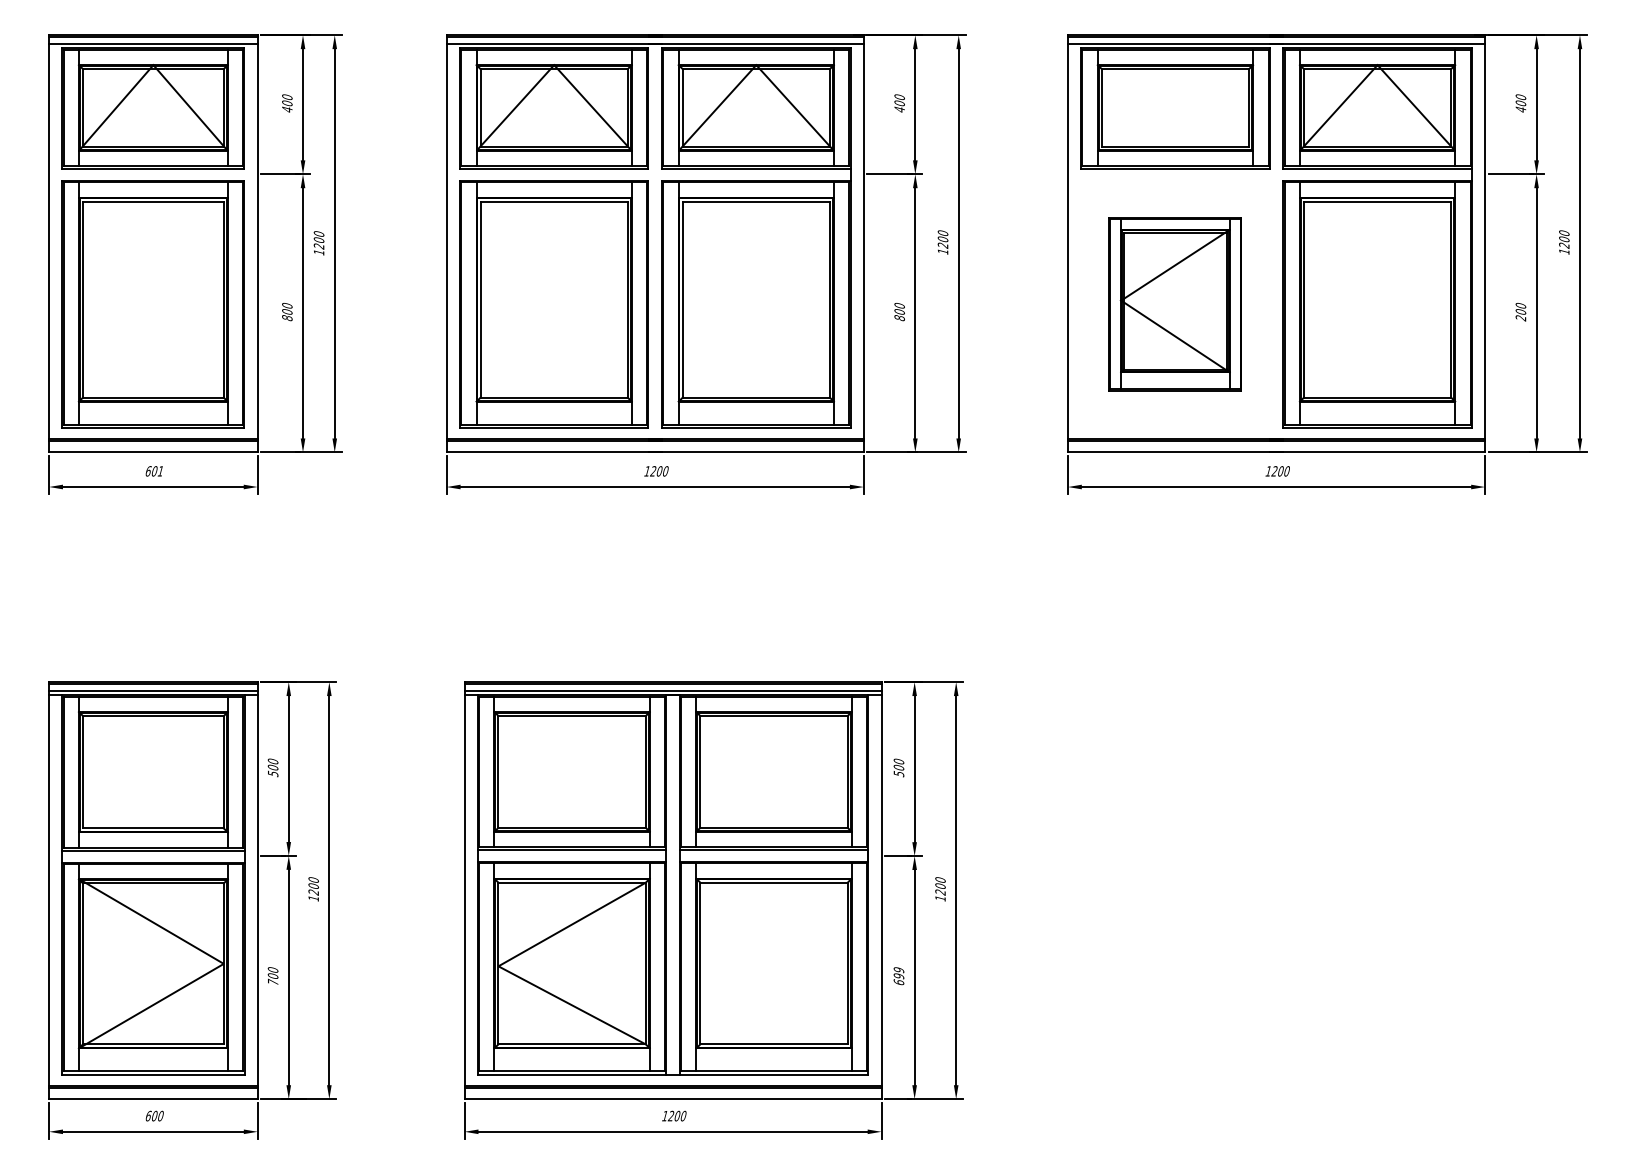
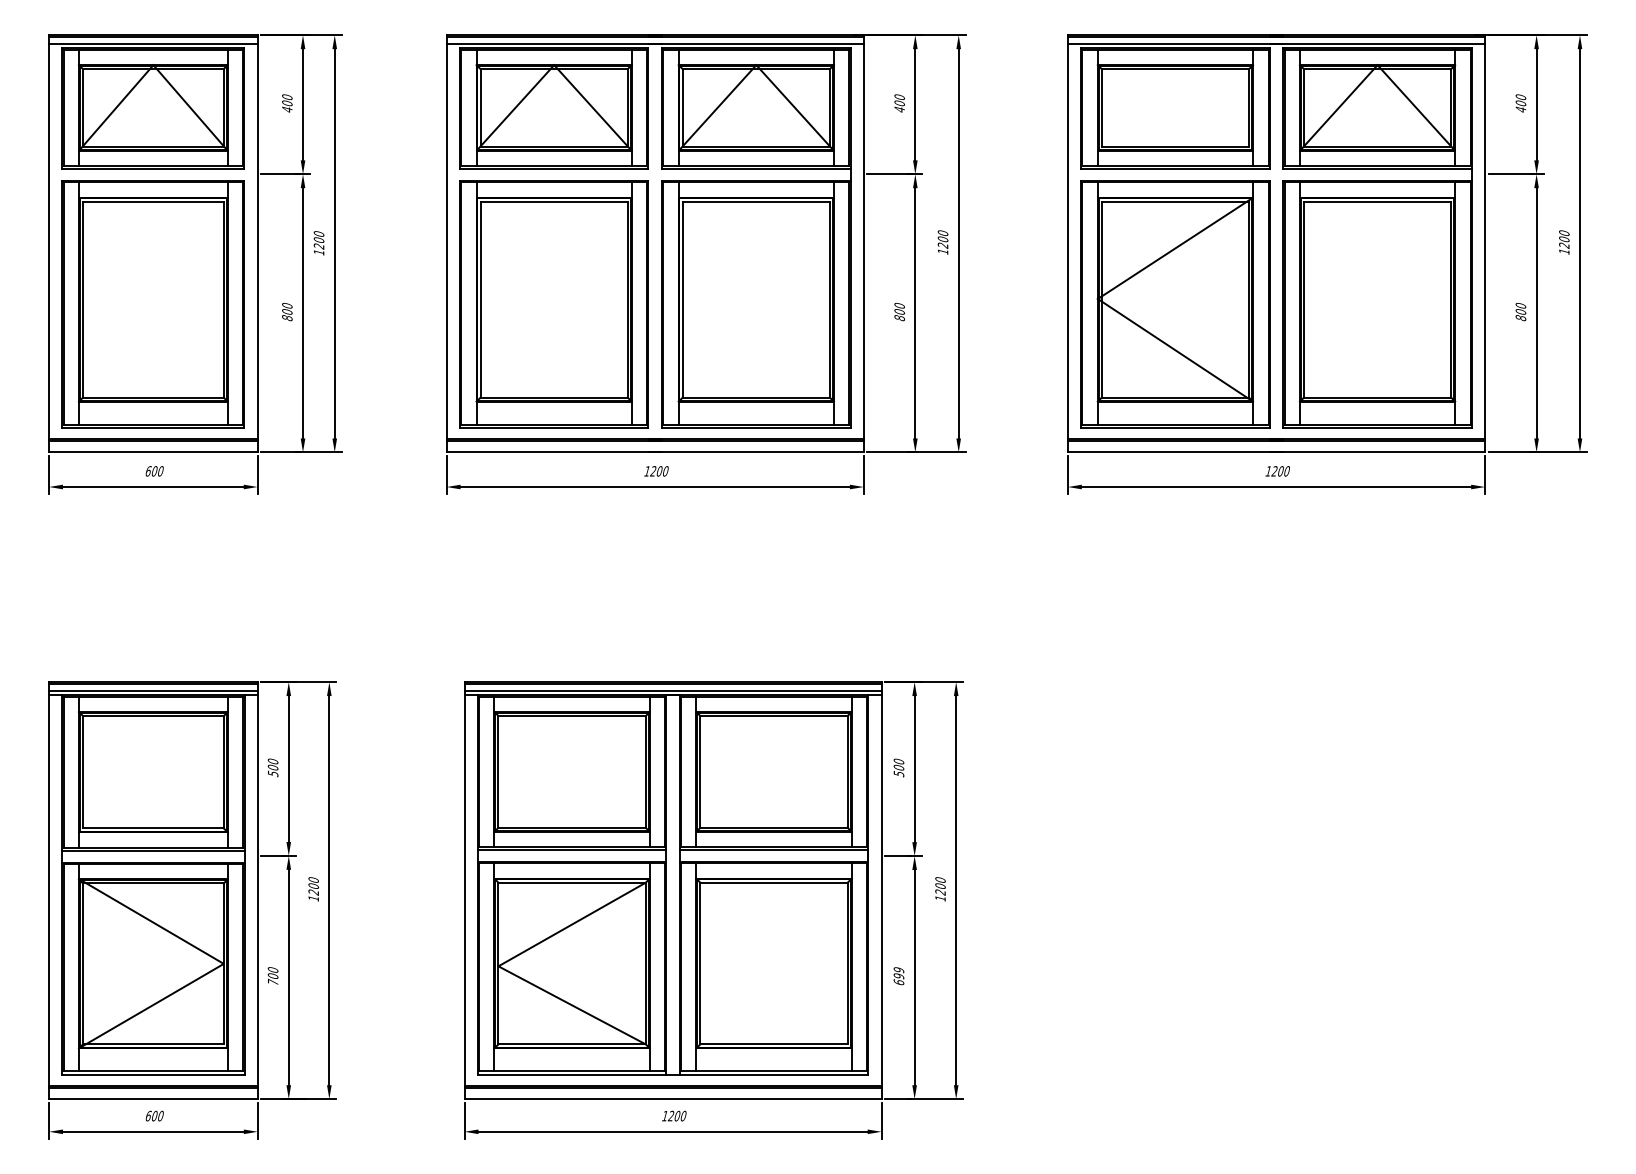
part at (1174, 304) size: 134x175 px -> 191x249 px
text at (1520, 318): 200 -> 800
text at (160, 471): 601 -> 600
